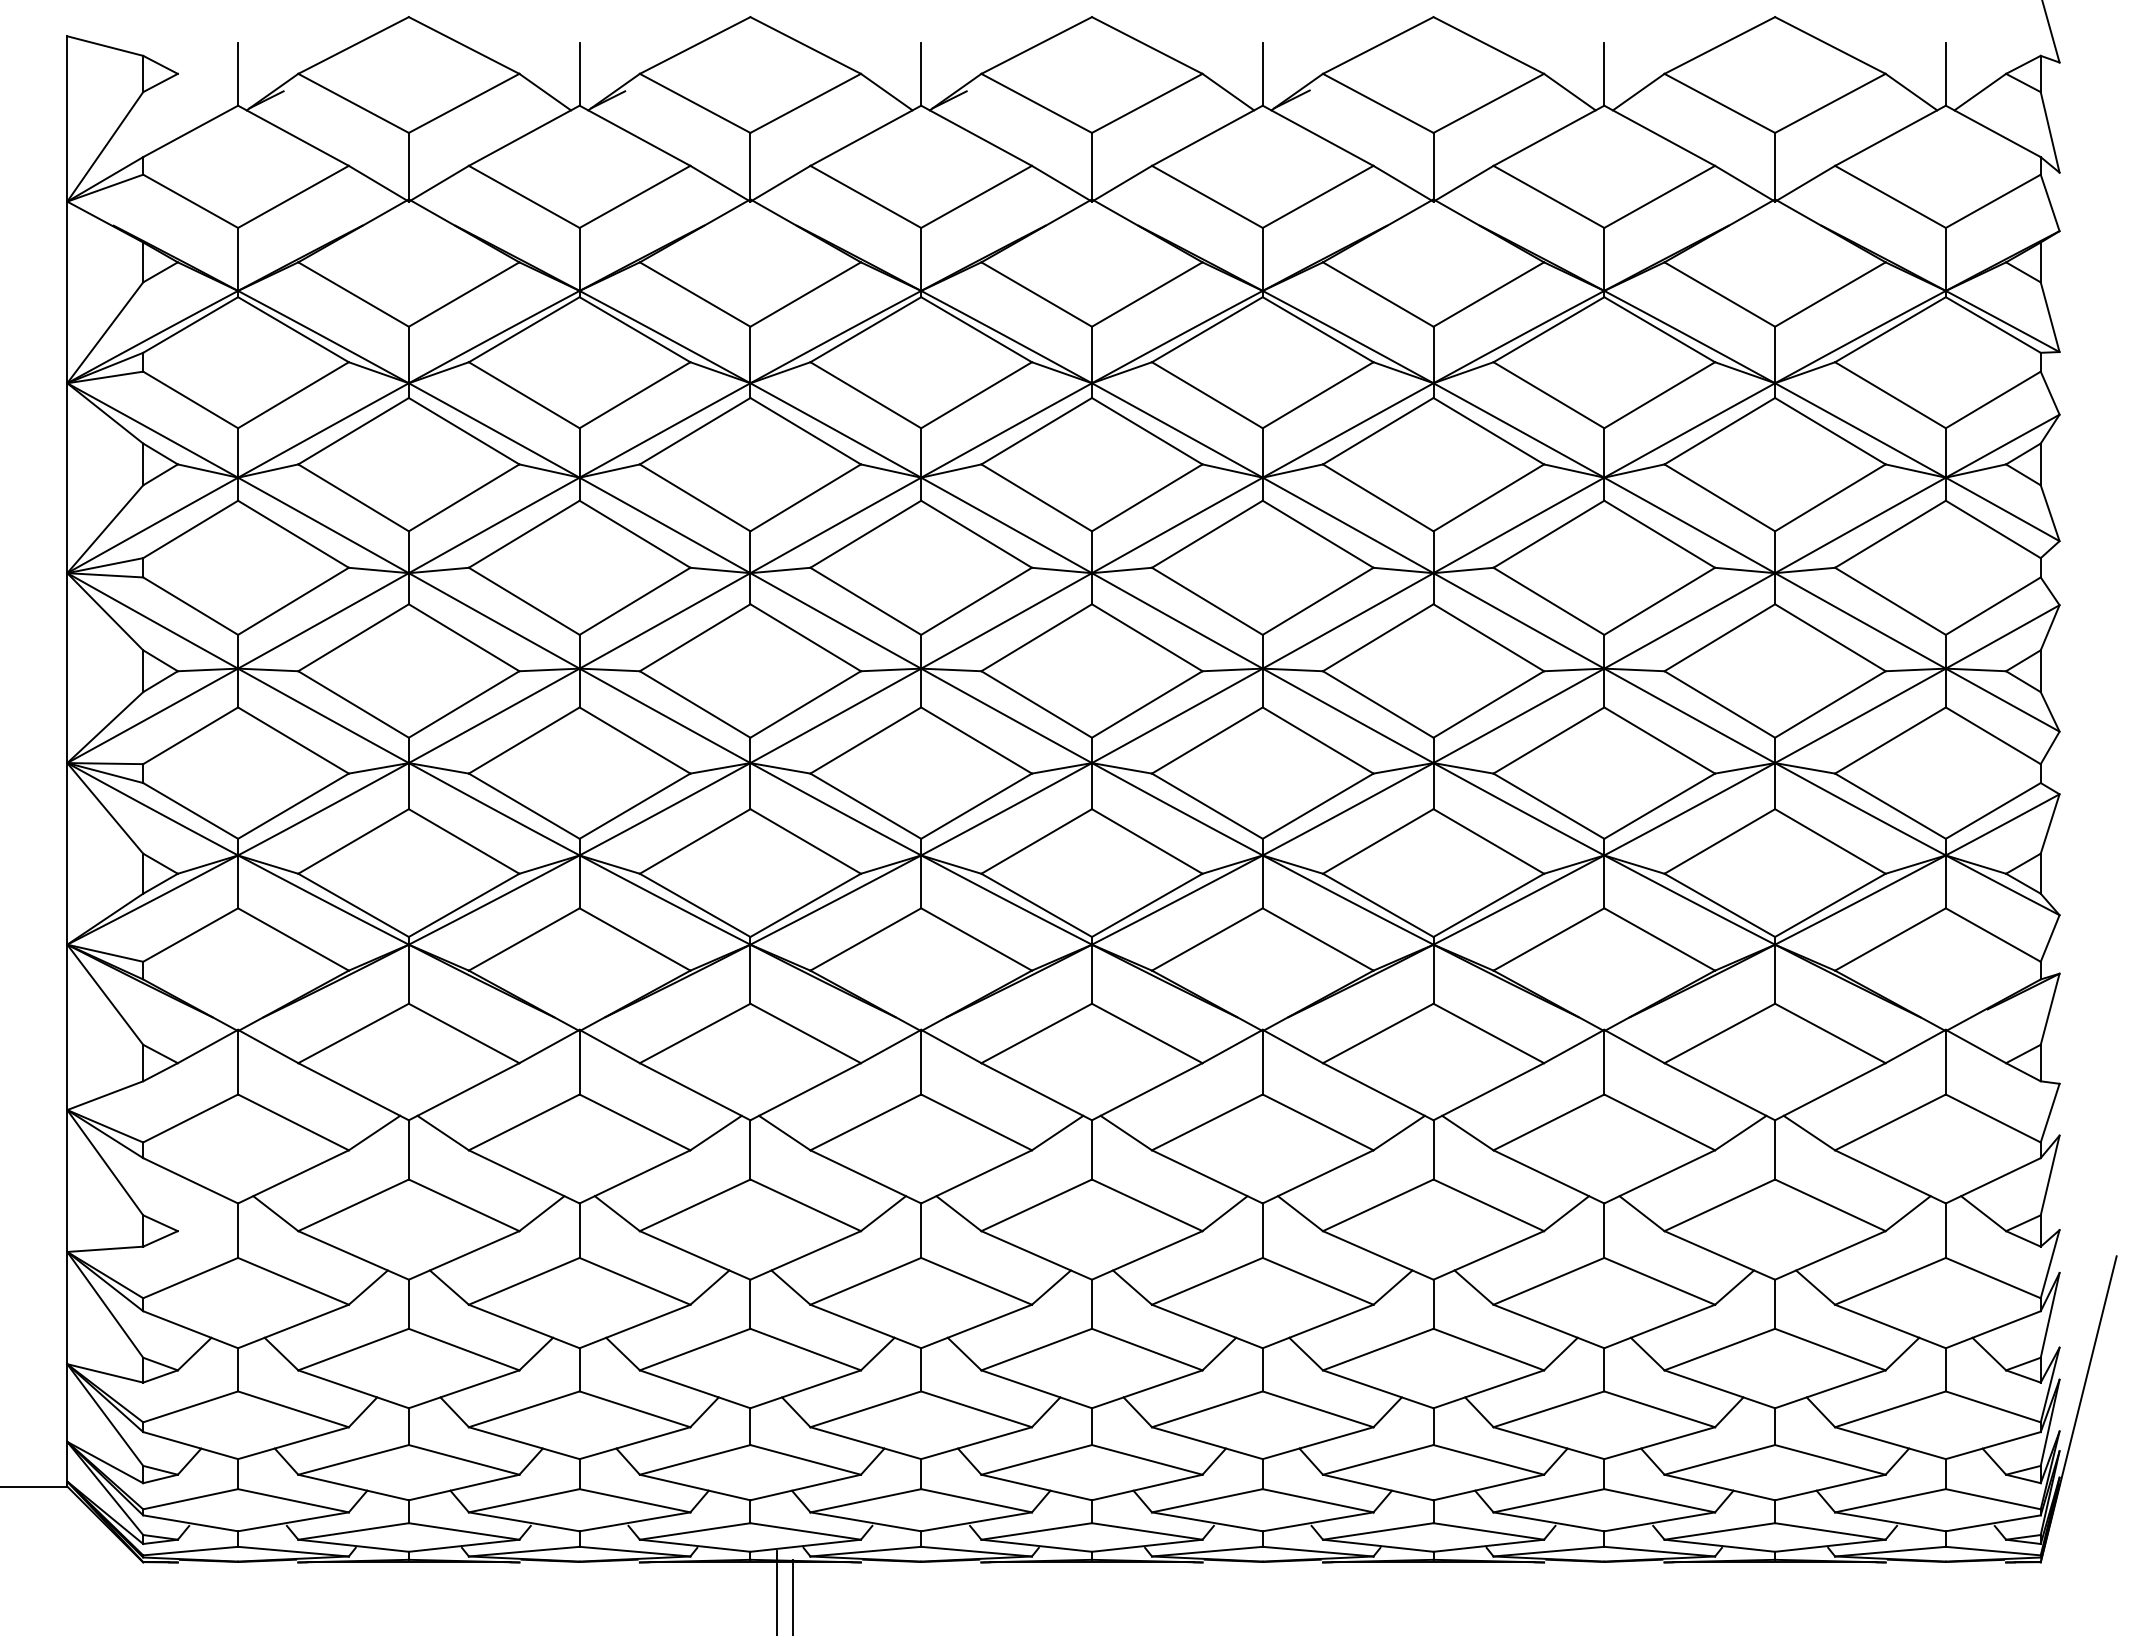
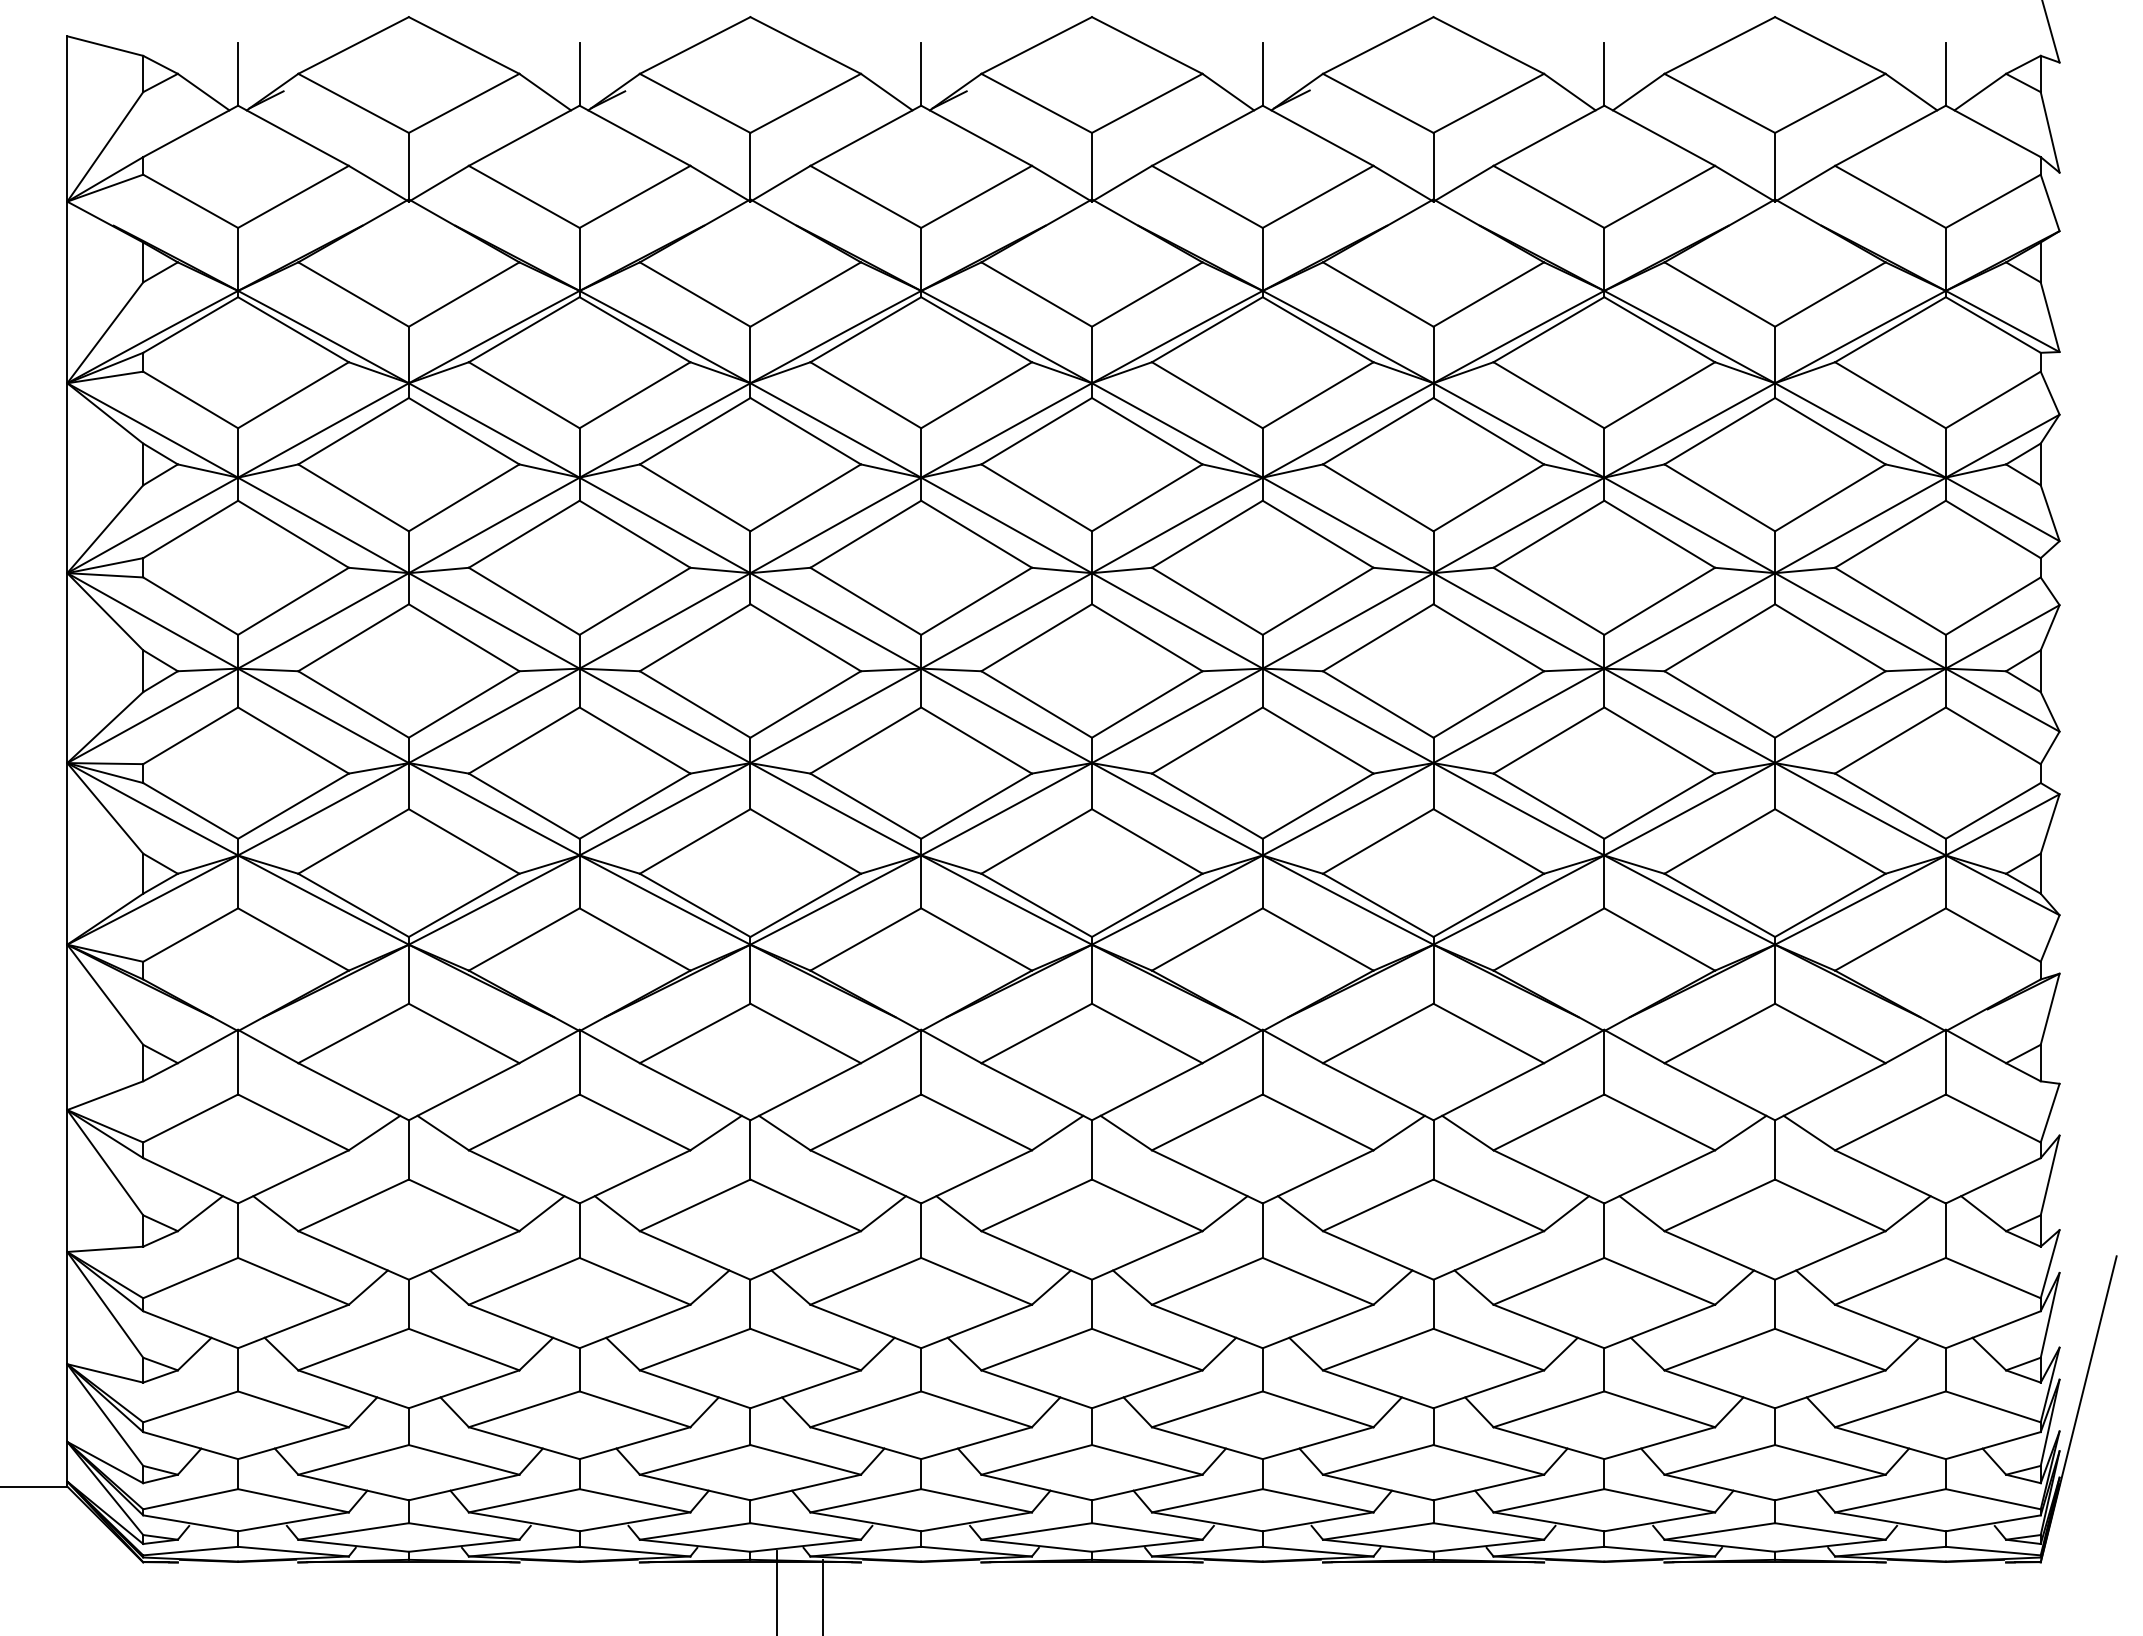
line at (203, 91): none -> present
line at (199, 1213): none -> present
line at (792, 1595) position: (792, 1595) -> (822, 1595)
